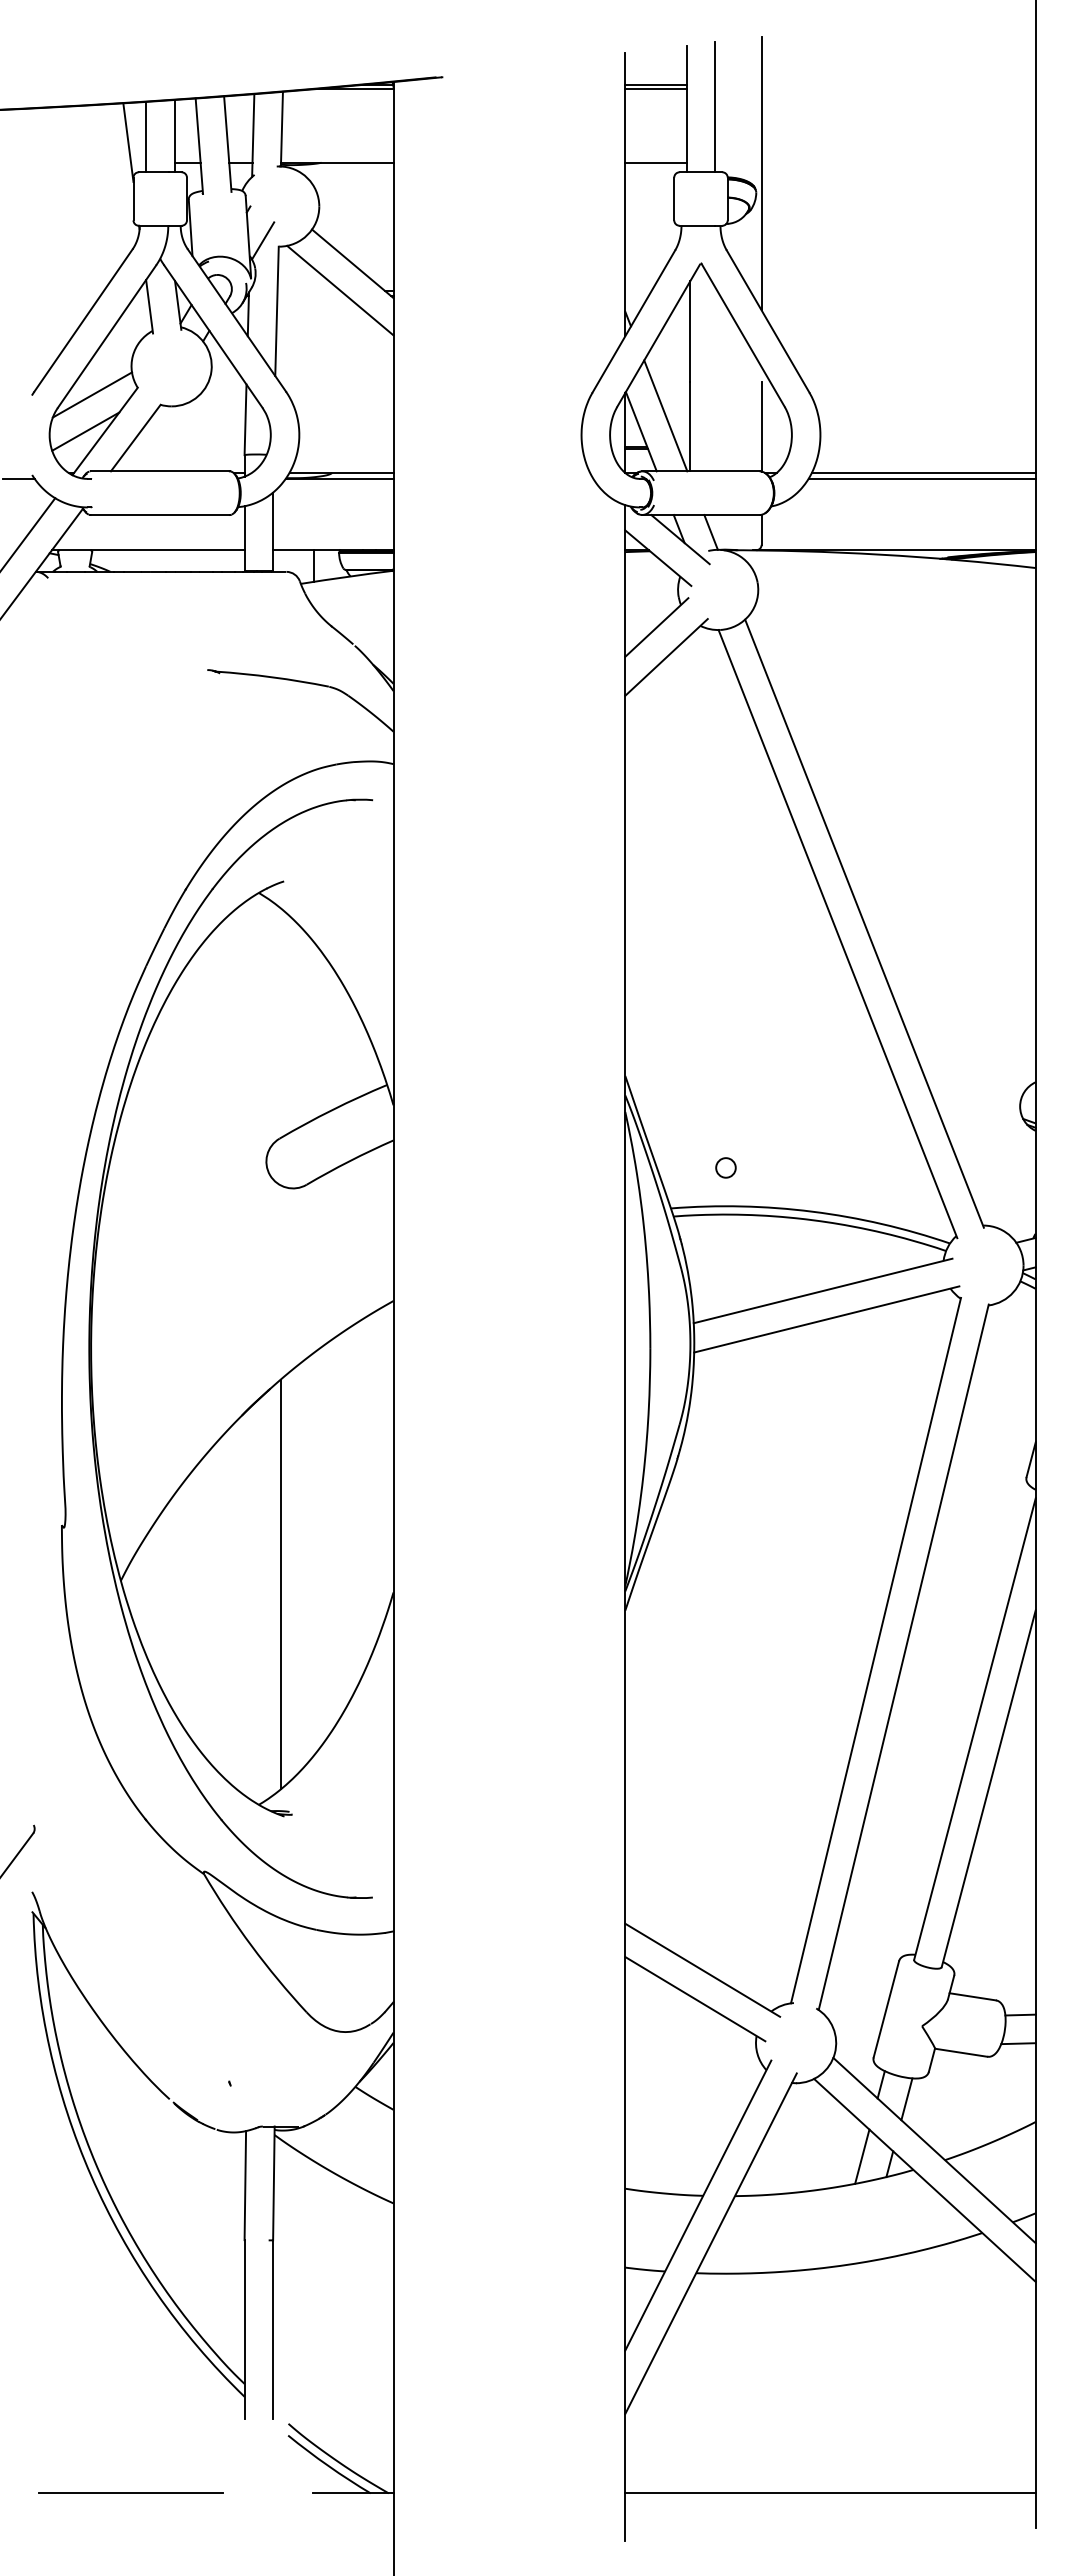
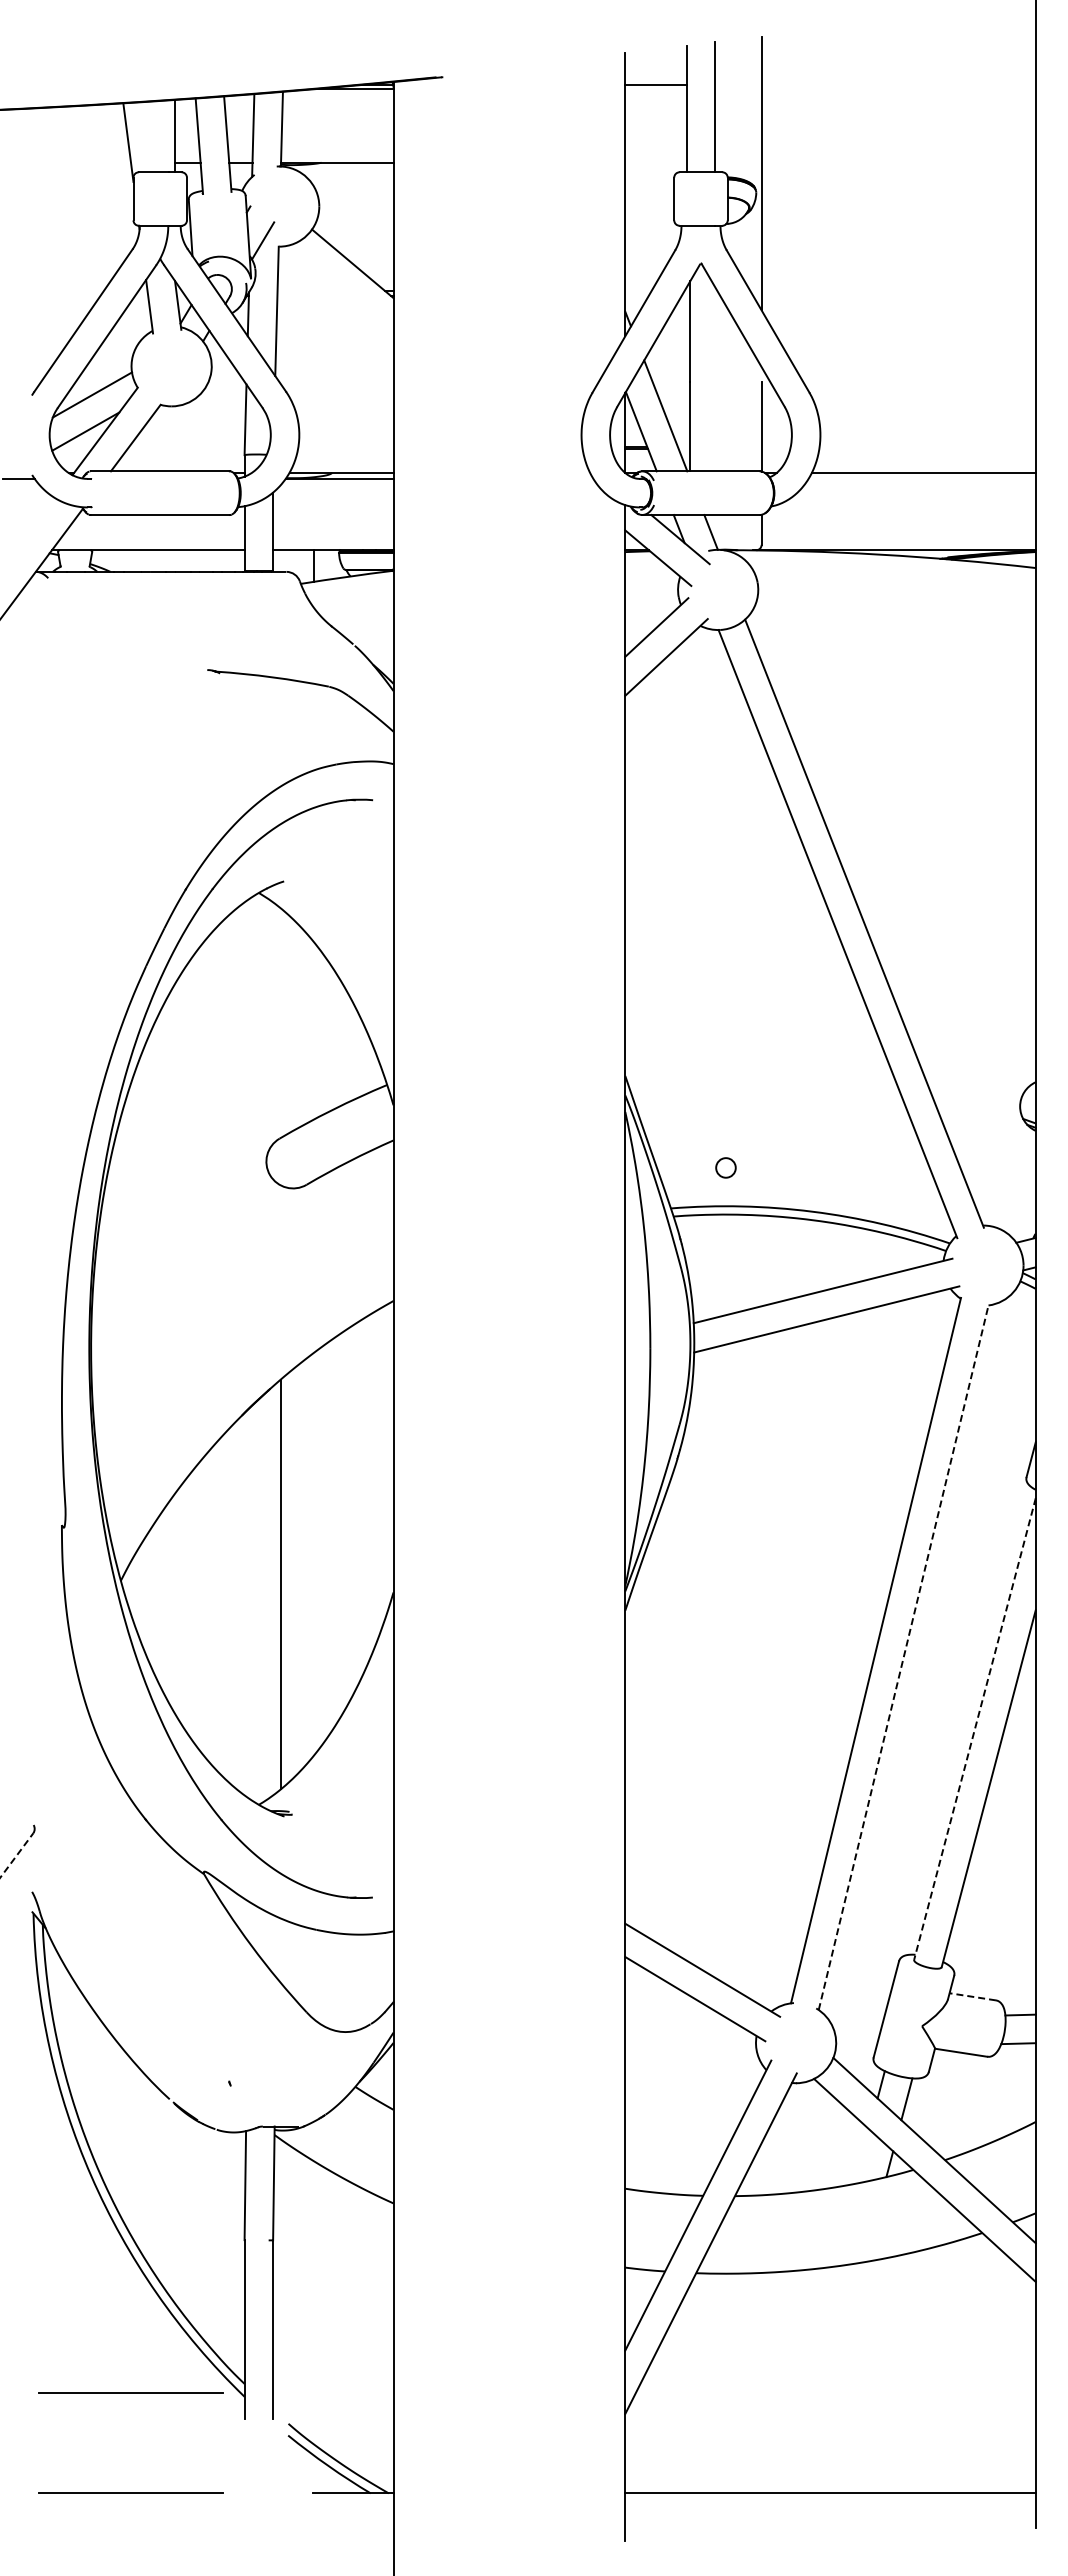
line at (655, 89): present -> none
line at (145, 136): present -> none
line at (655, 162): present -> none
line at (340, 290): present -> none
line at (921, 478): present -> none
line at (28, 533): present -> none
line at (903, 1657): solid -> dashed
line at (974, 1729): solid -> dashed
line at (16, 1855): solid -> dashed
line at (972, 1996): solid -> dashed
line at (862, 2156): present -> none
line at (130, 2392): none -> present
